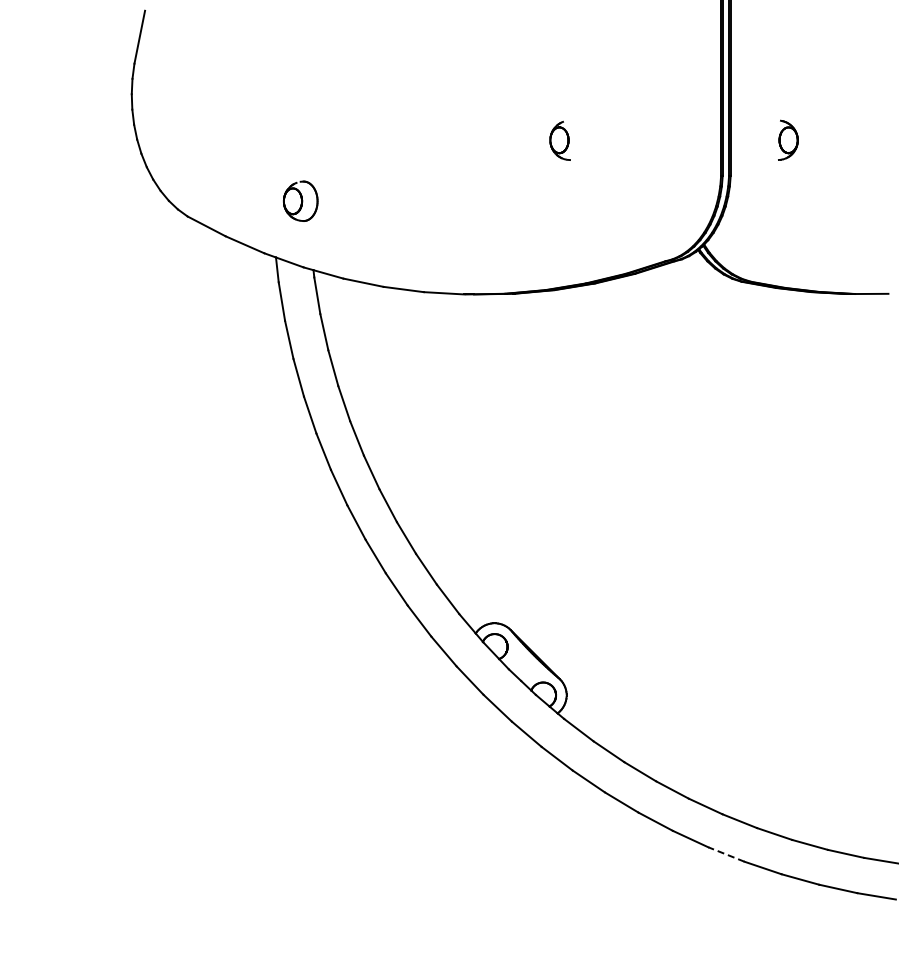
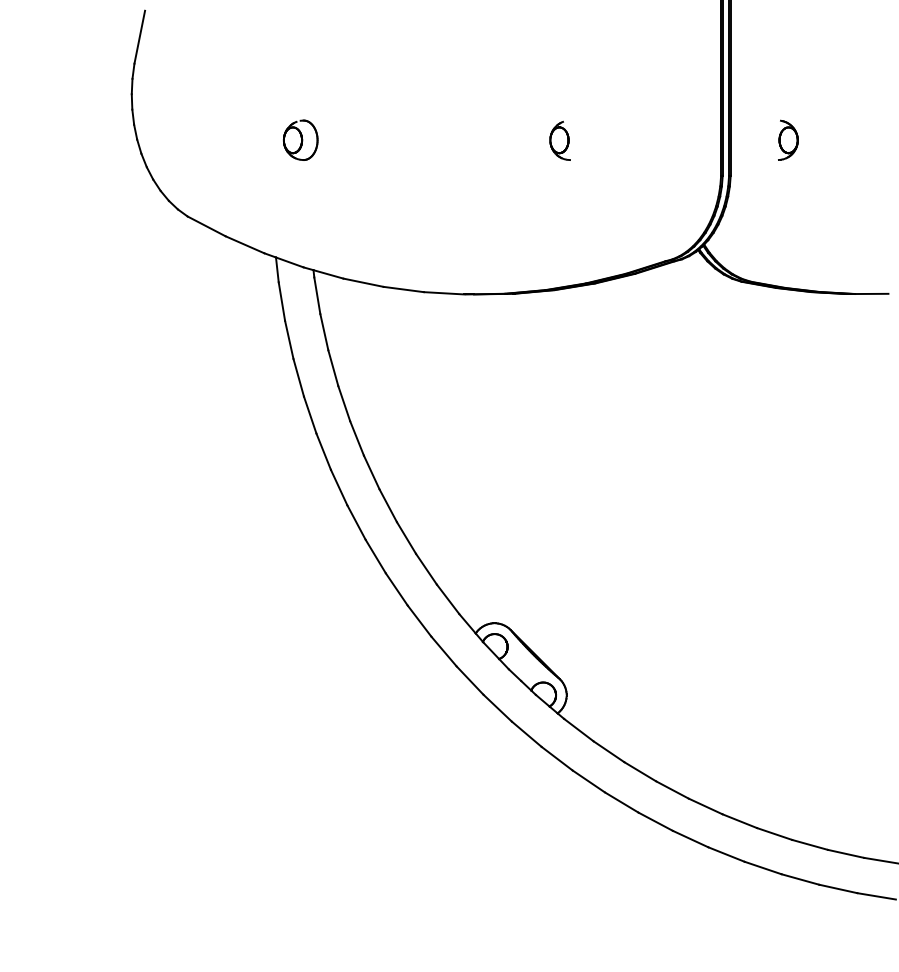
part at (300, 200) position: (300, 200) -> (300, 139)
line at (726, 854): dashed -> solid
